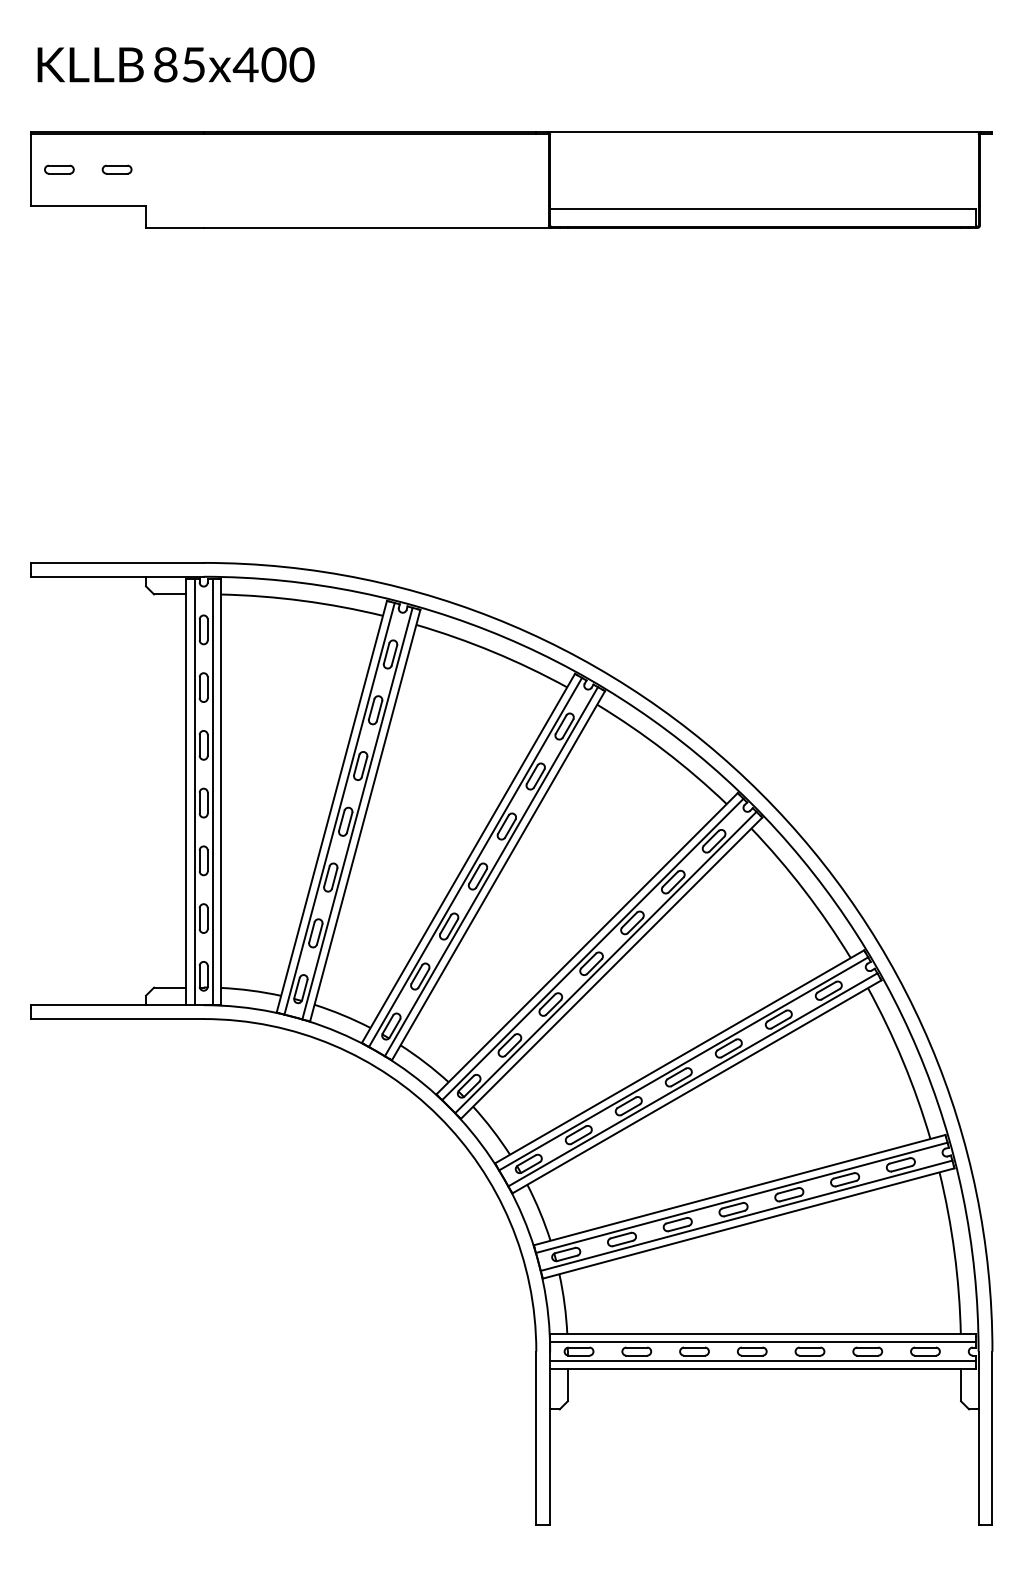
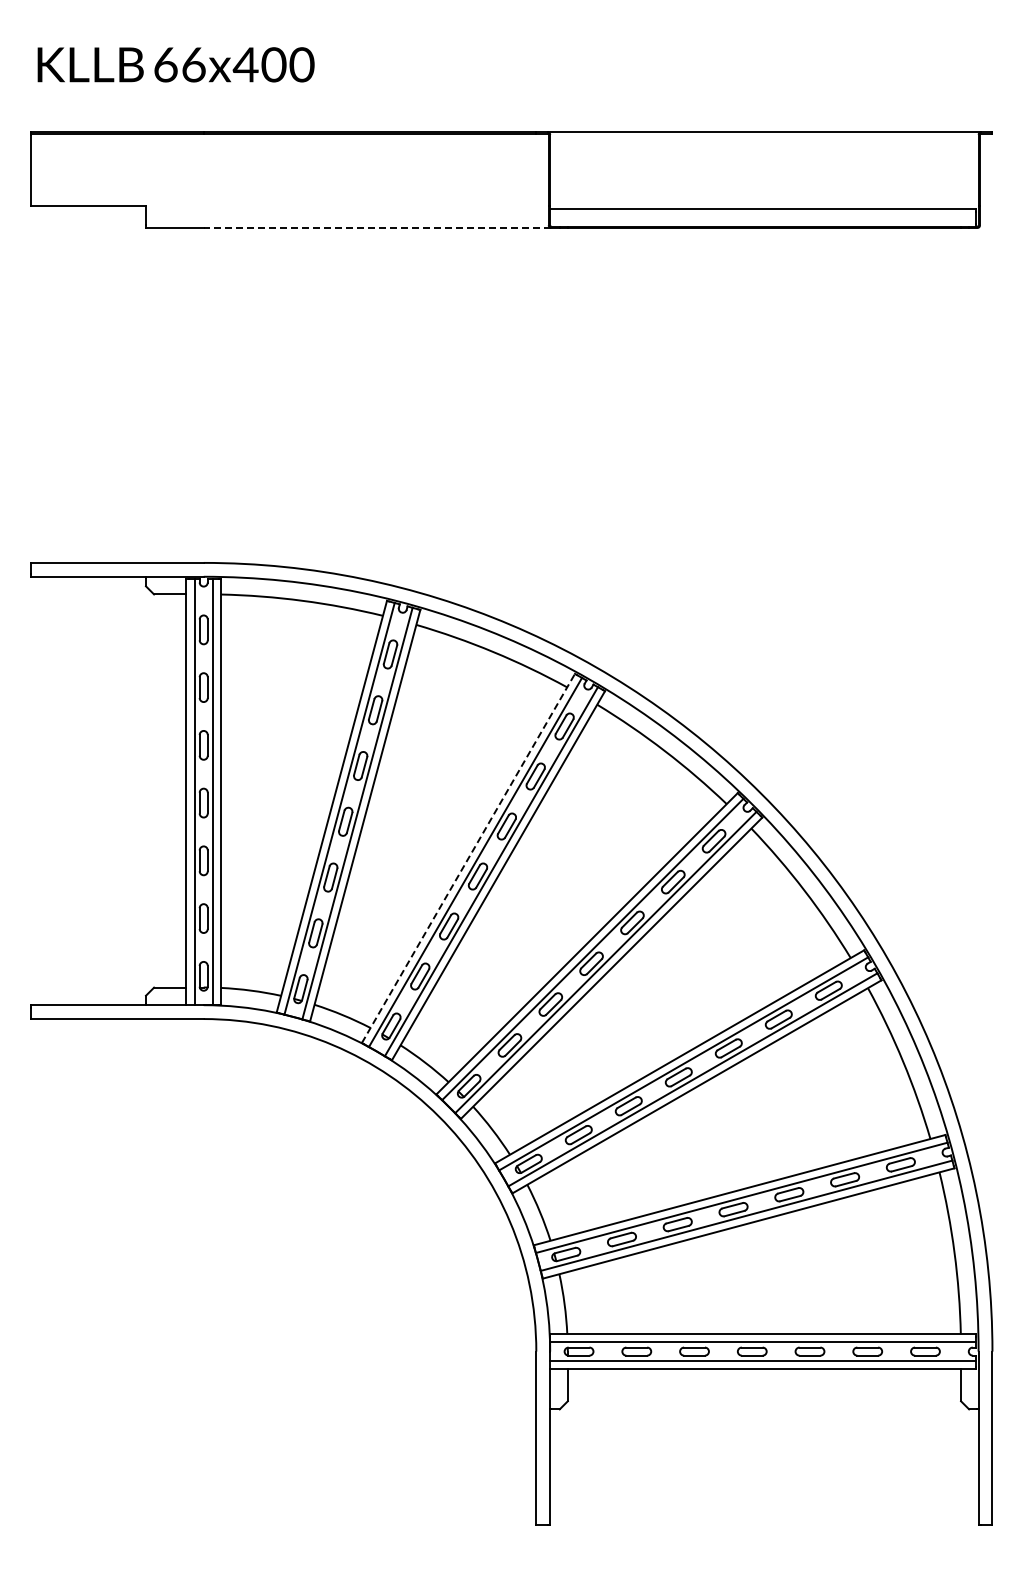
text at (179, 64): 85x400 -> 66x400
part at (59, 169): present -> none
part at (116, 169): present -> none
line at (377, 228): solid -> dashed
line at (468, 857): solid -> dashed
